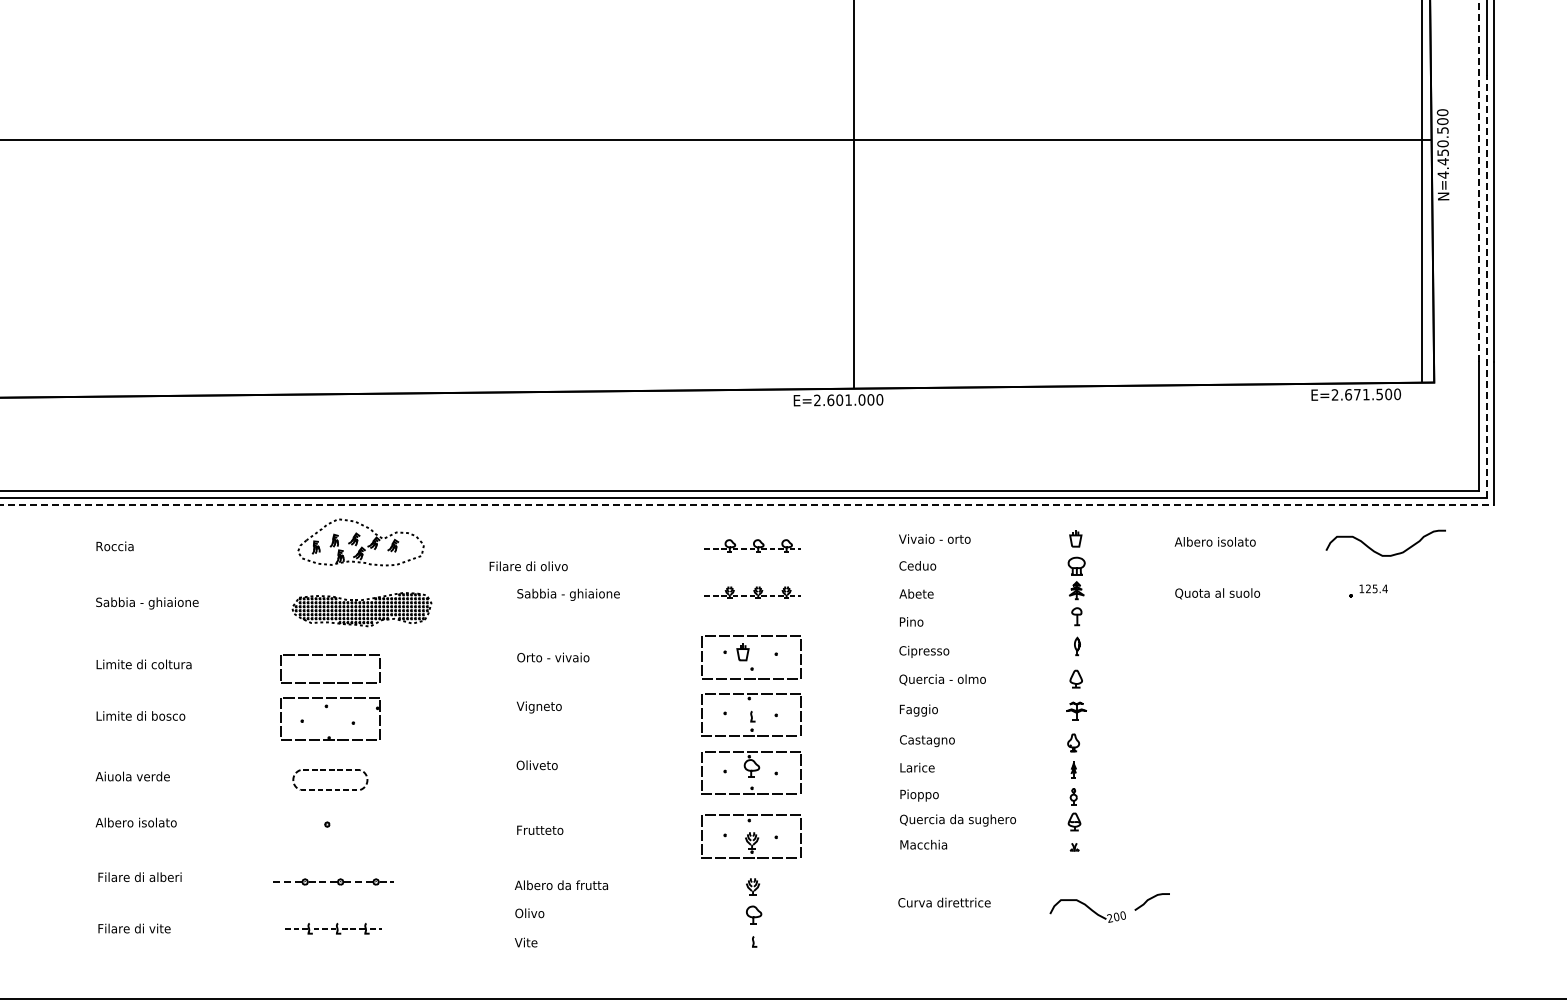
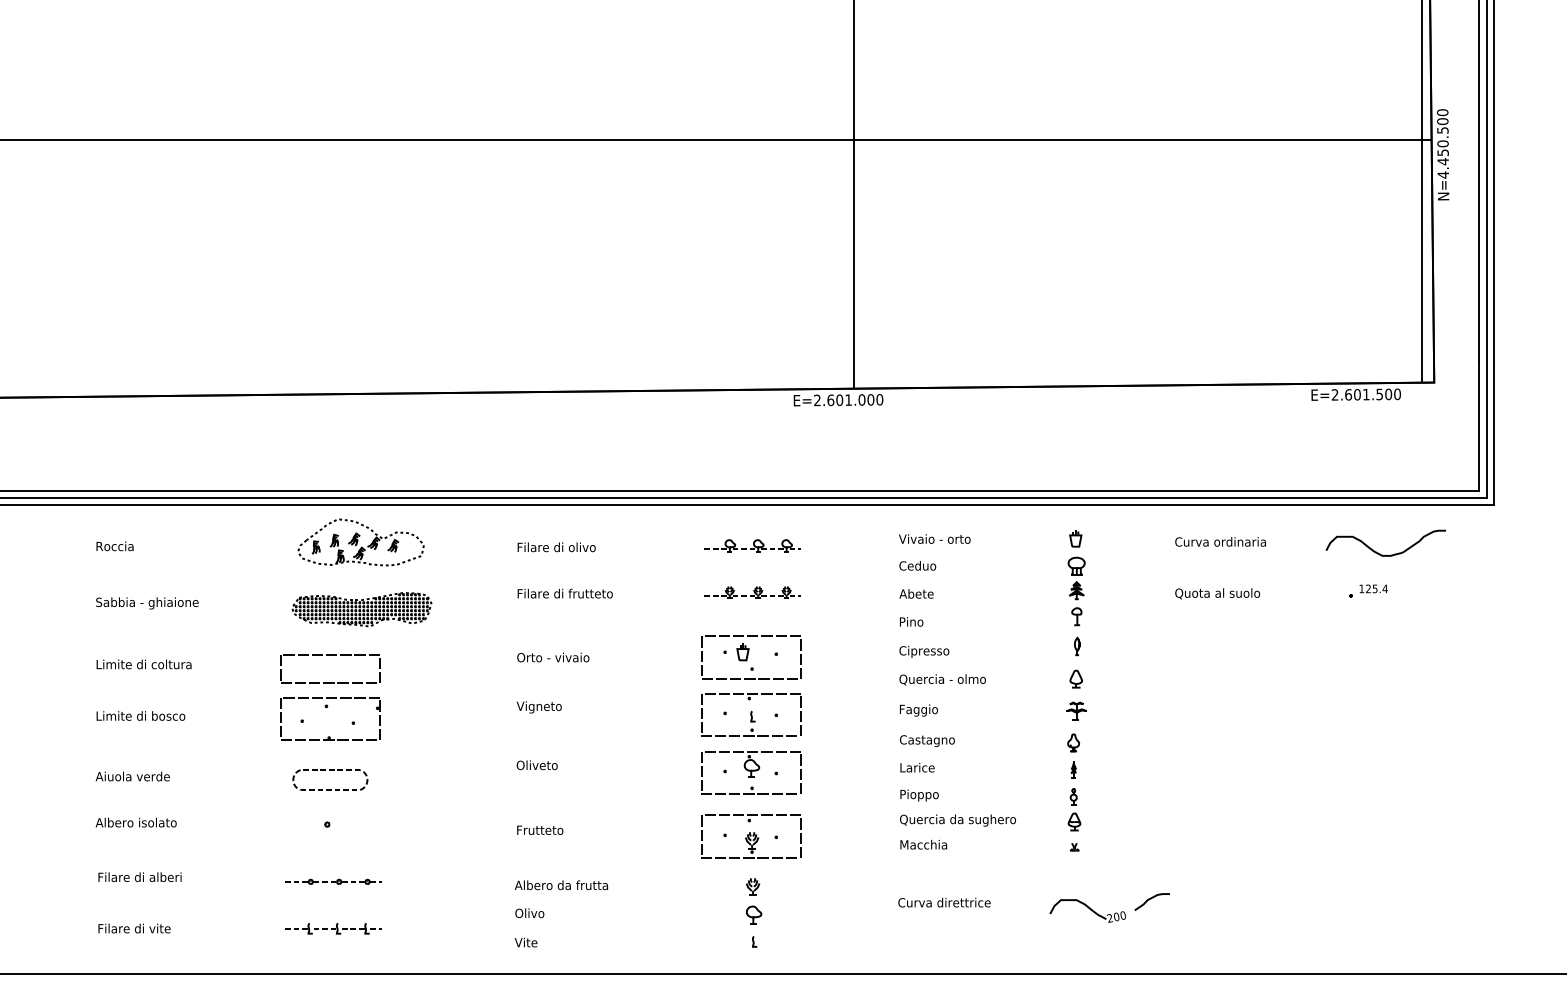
line at (1479, 180): dashed -> solid
line at (1486, 286): dashed -> solid
text at (1357, 394): E=2.671.500 -> E=2.601.500
line at (747, 505): dashed -> solid
text at (1219, 541): Albero isolato -> Curva ordinaria
text at (528, 566) position: (528, 566) -> (556, 547)
text at (568, 594): Sabbia - ghiaione -> Filare di frutteto
part at (333, 881) size: 121x8 px -> 97x7 px
line at (782, 998) position: (782, 998) -> (782, 973)
